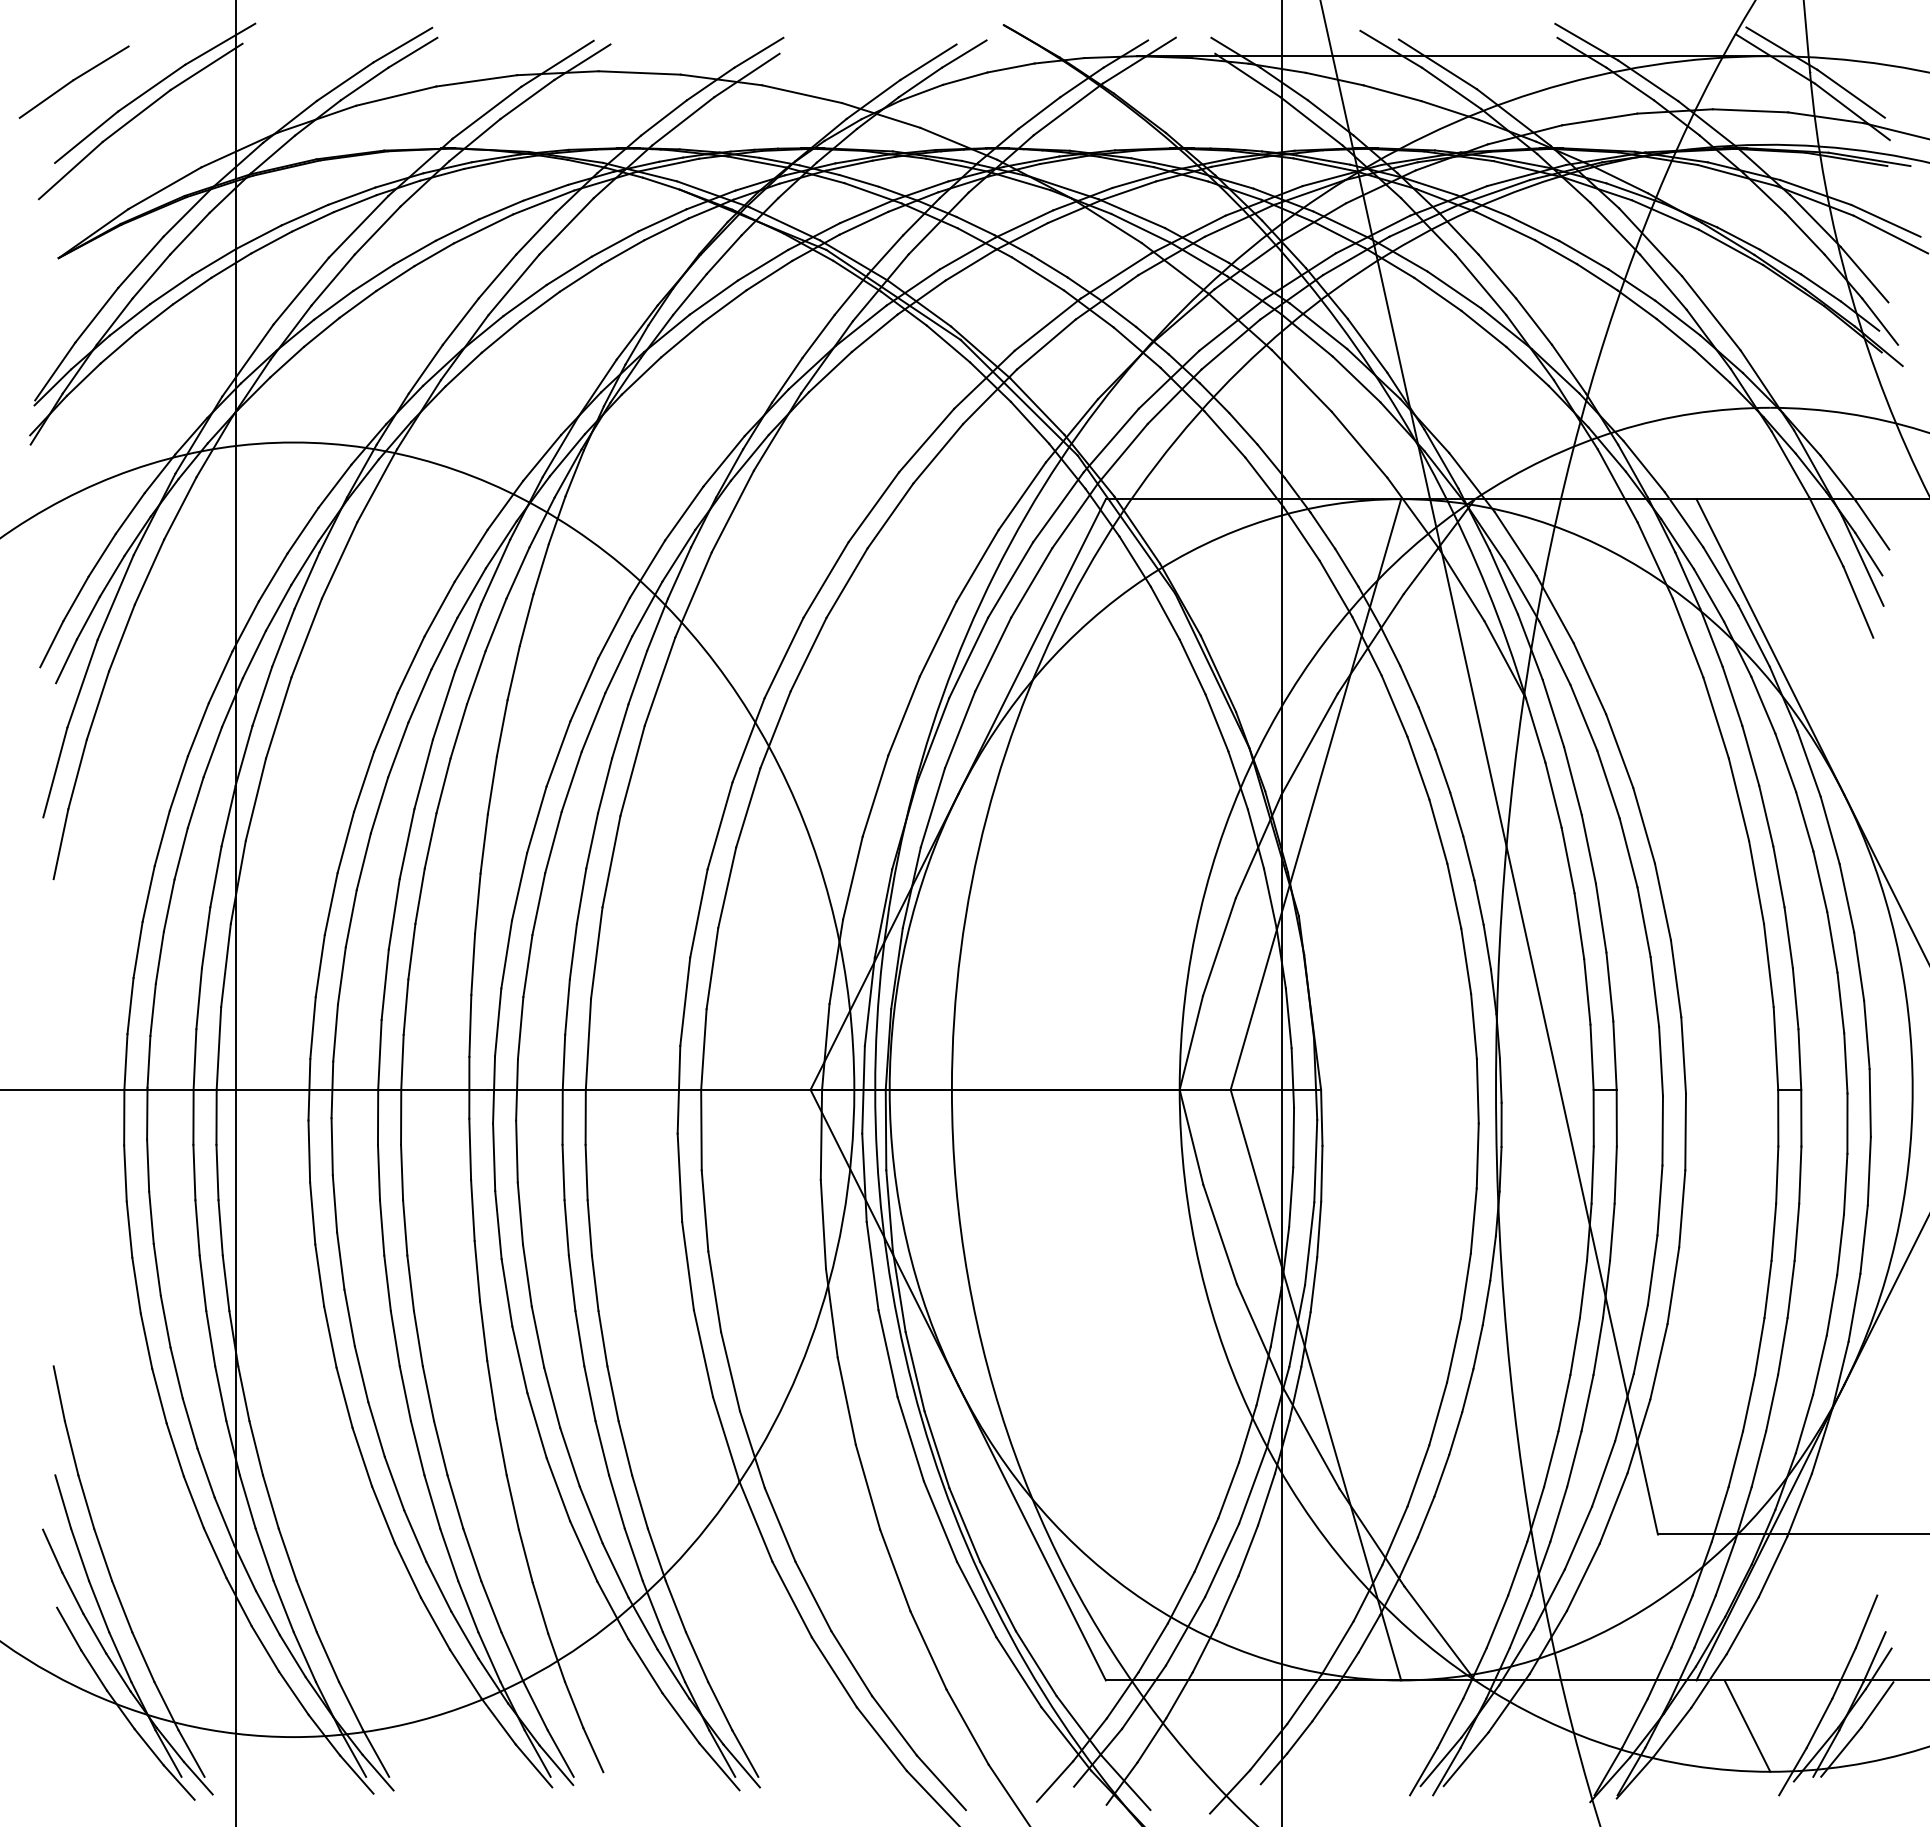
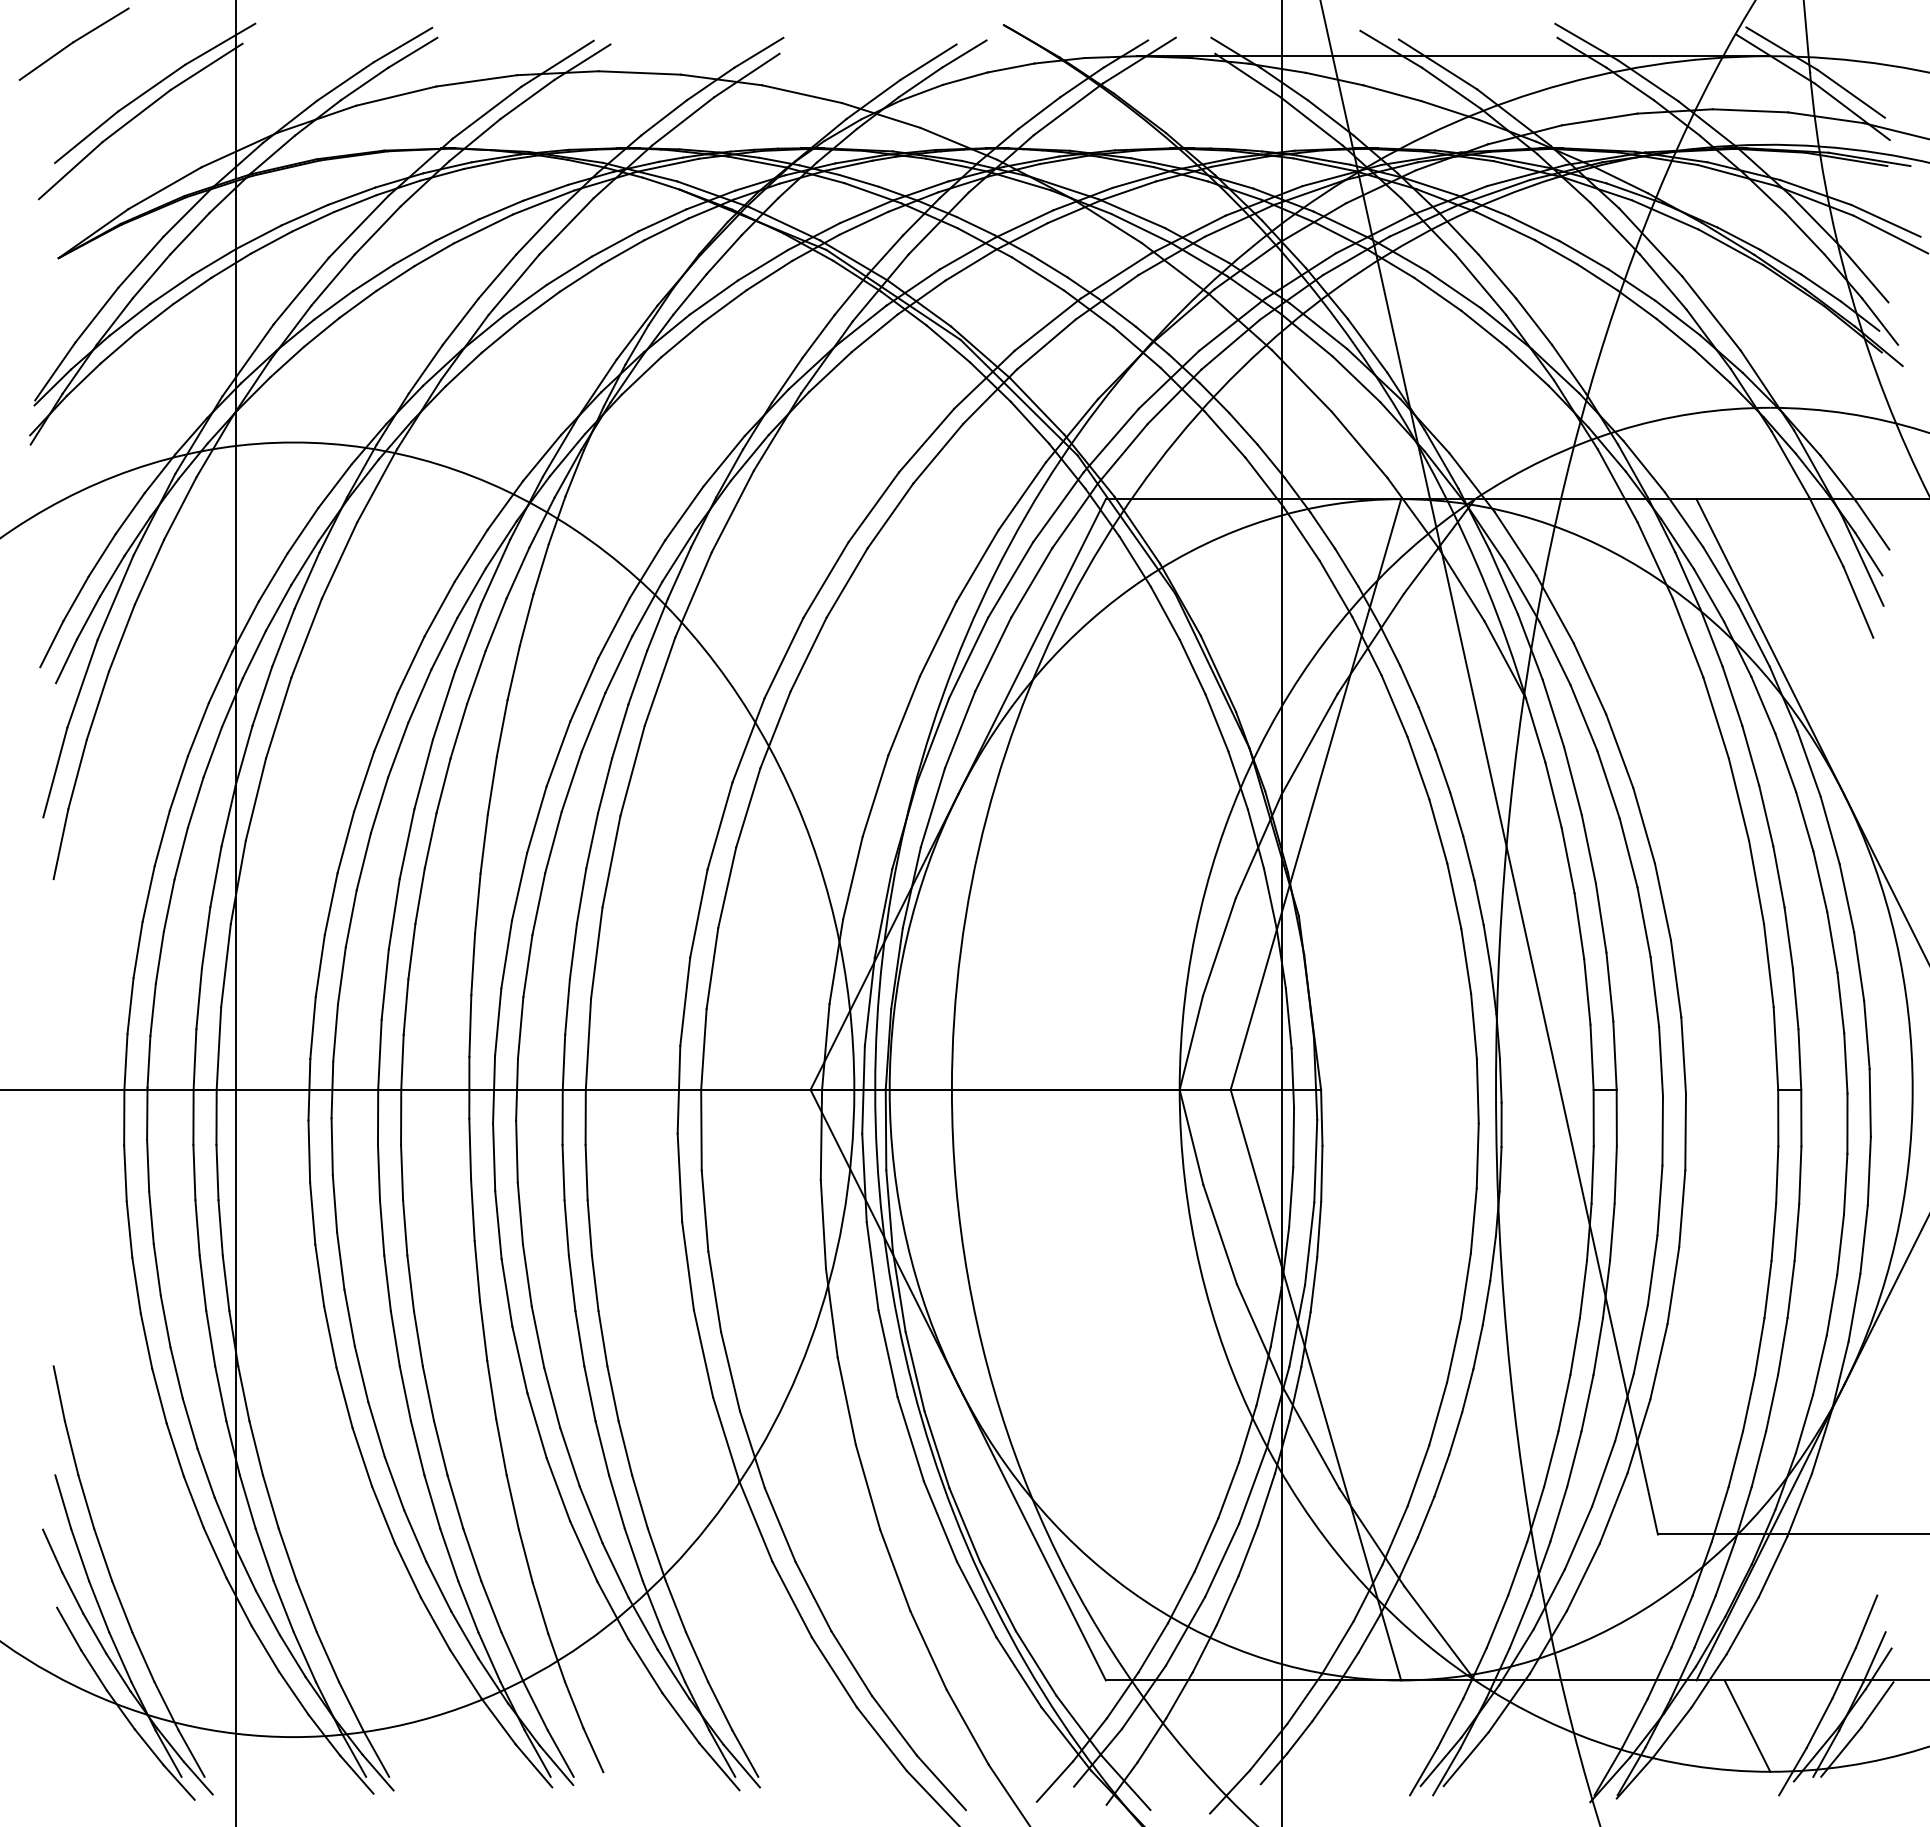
part at (73, 81) position: (73, 81) -> (73, 43)
